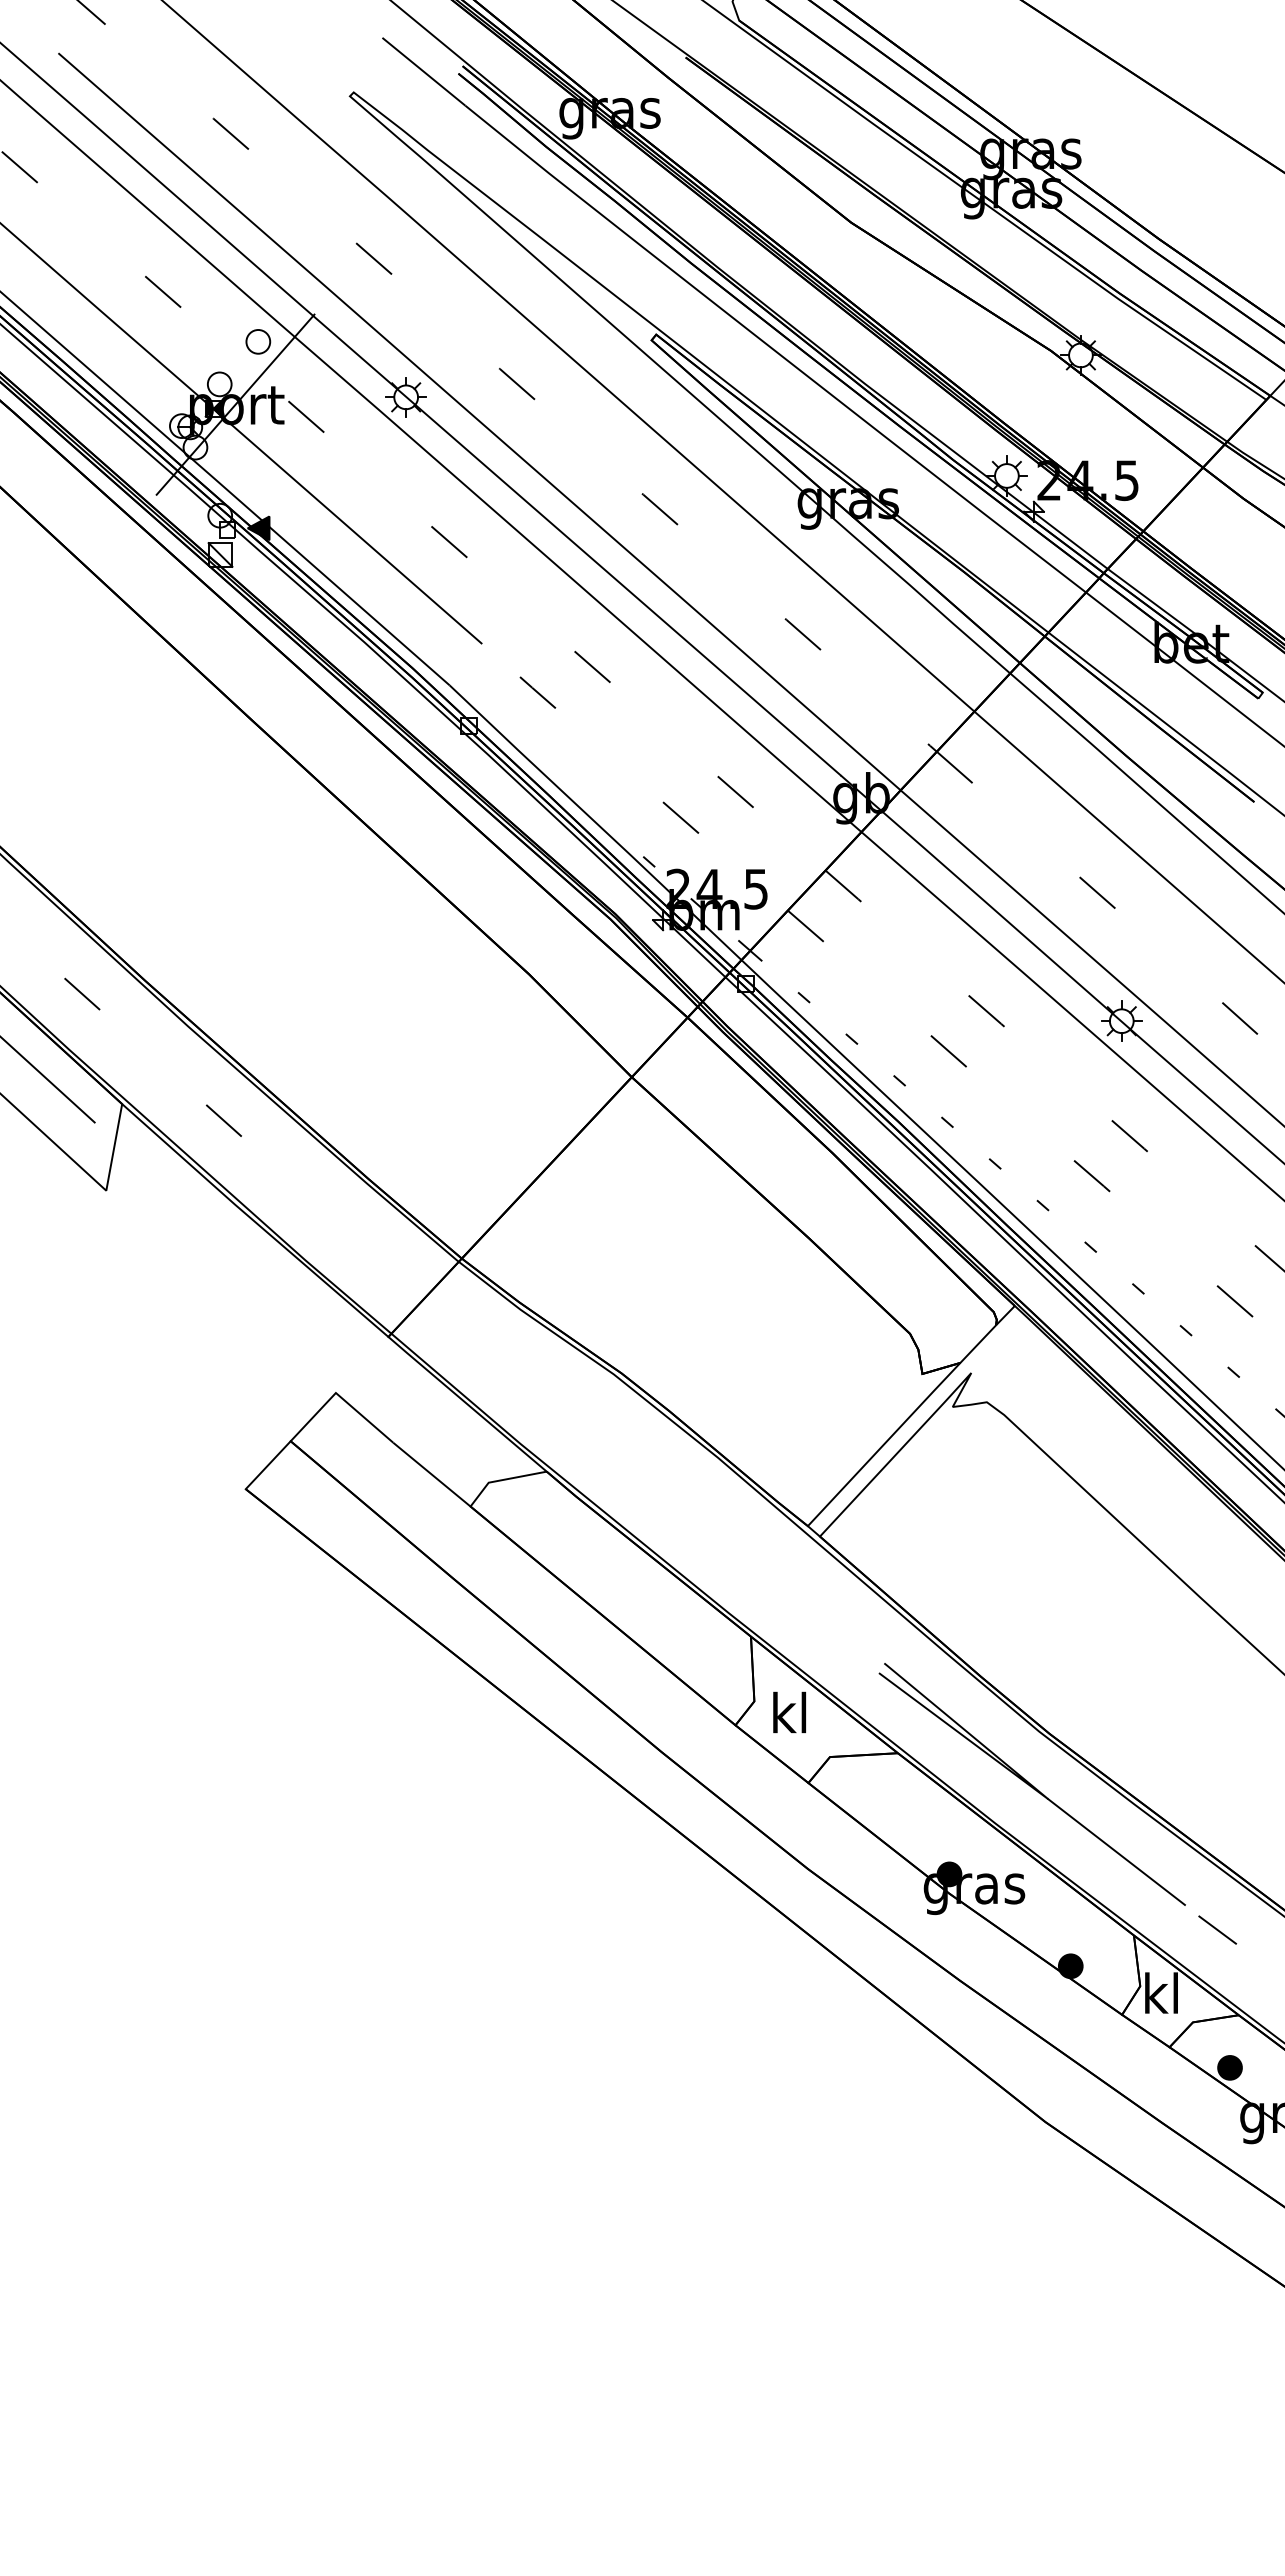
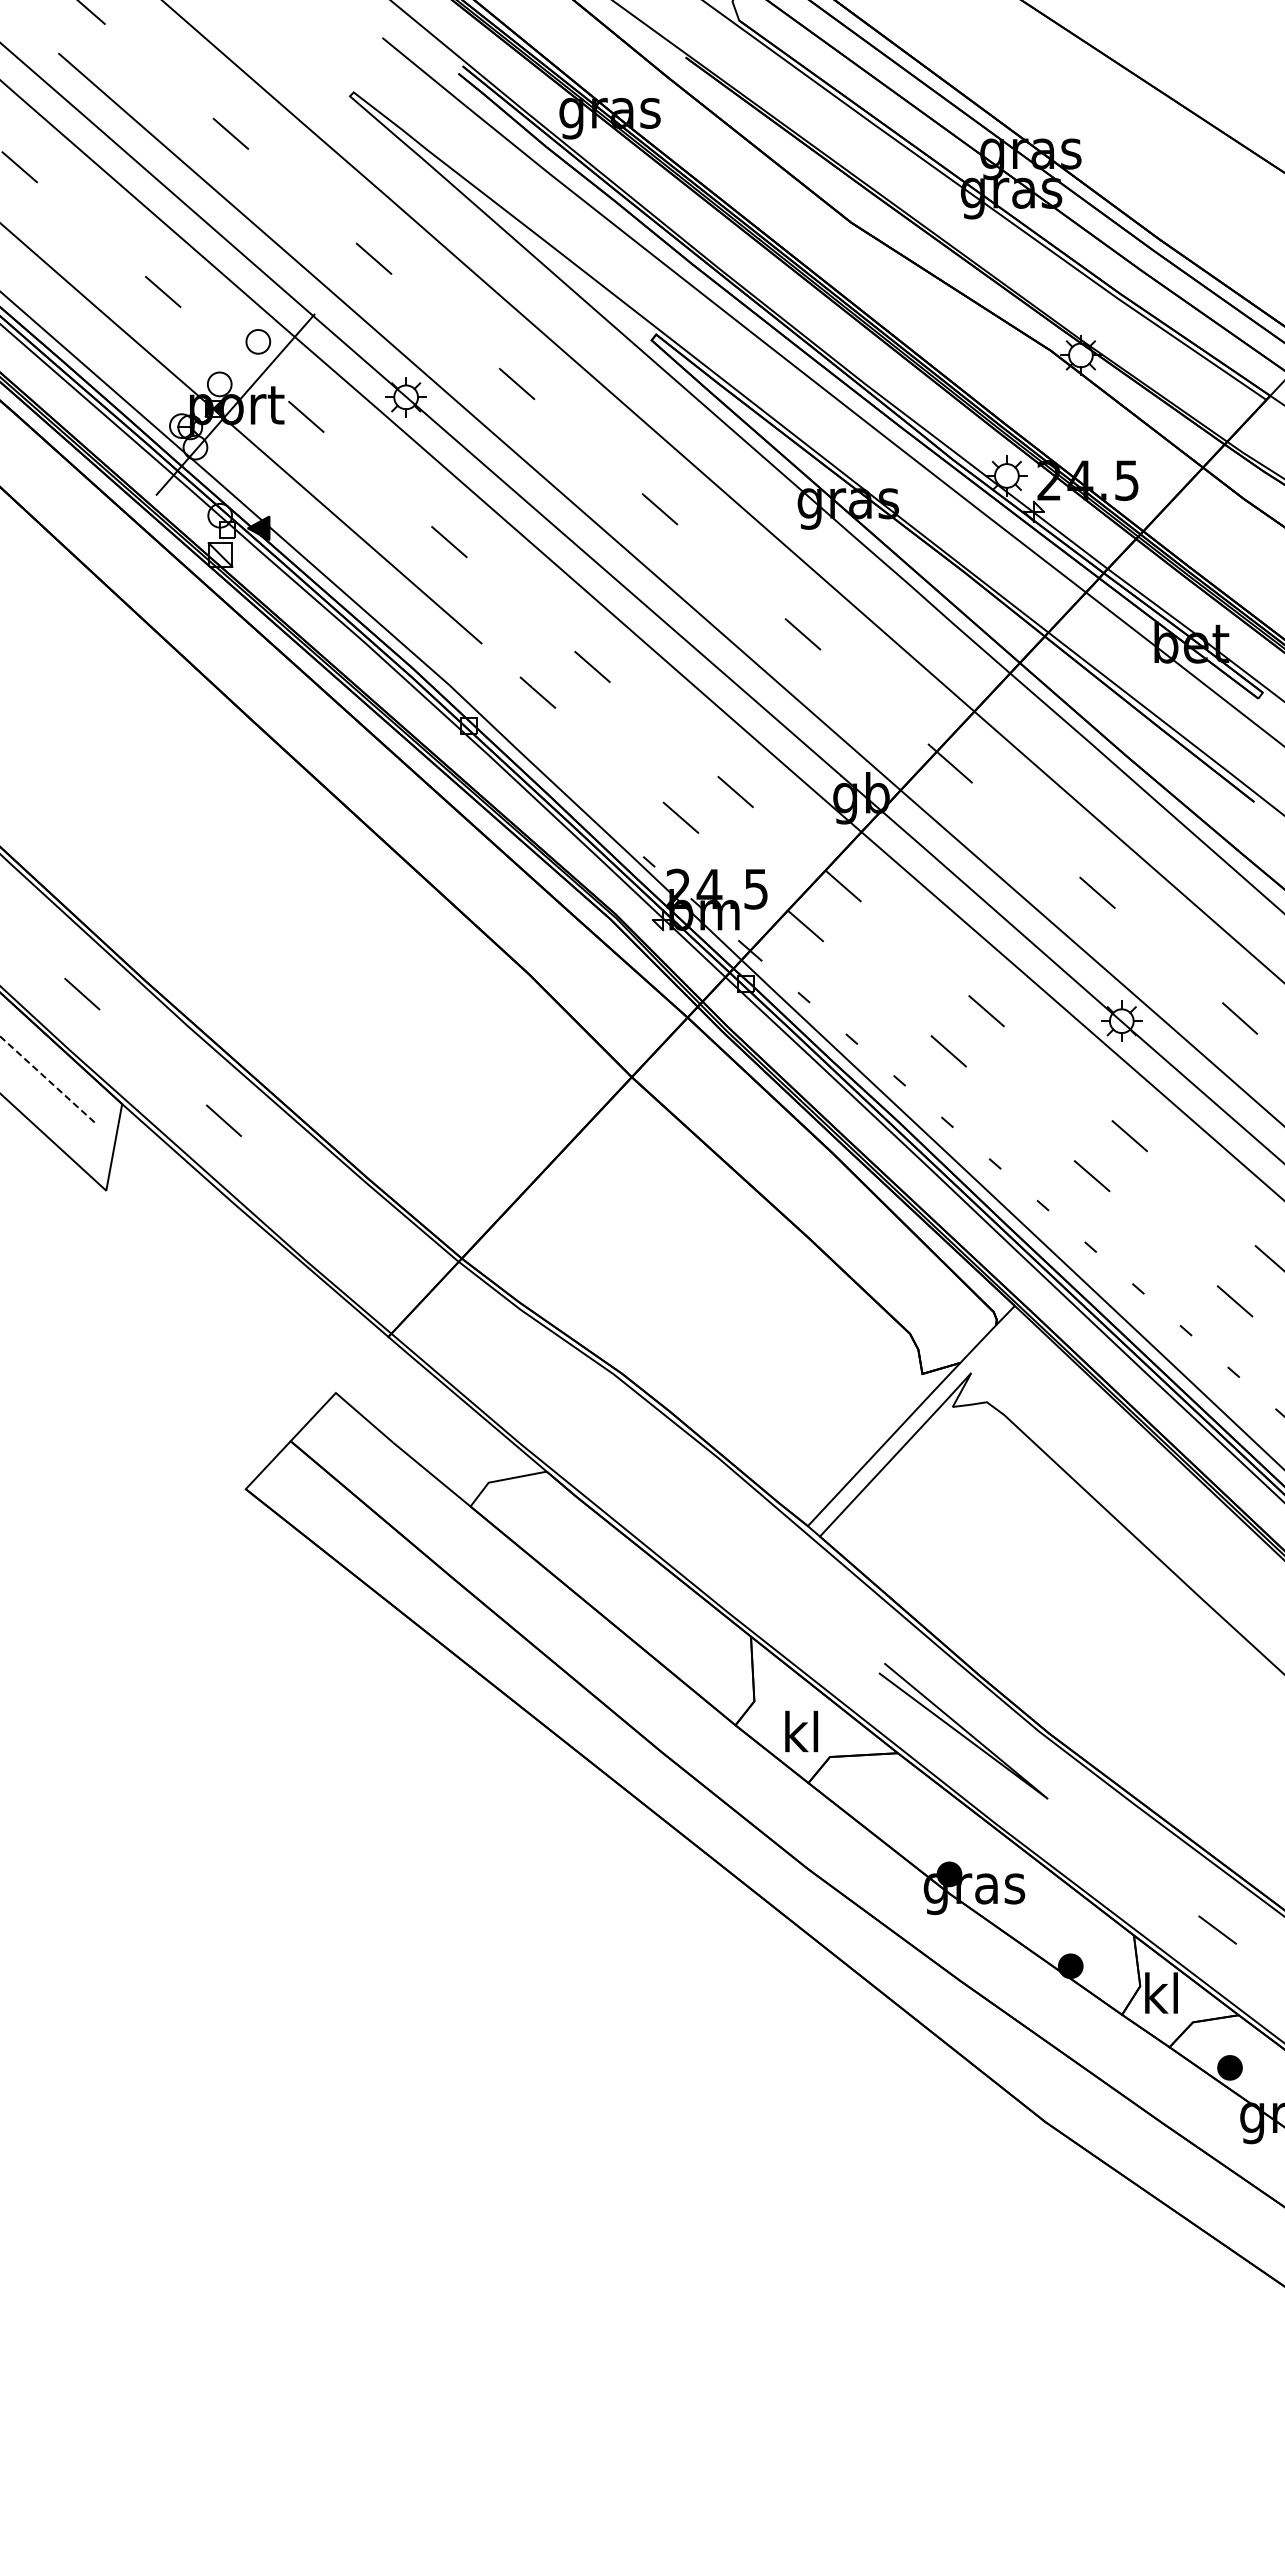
line at (47, 1079): solid -> dashed
text at (789, 1712) position: (789, 1712) -> (801, 1731)
line at (1116, 1851): present -> none
